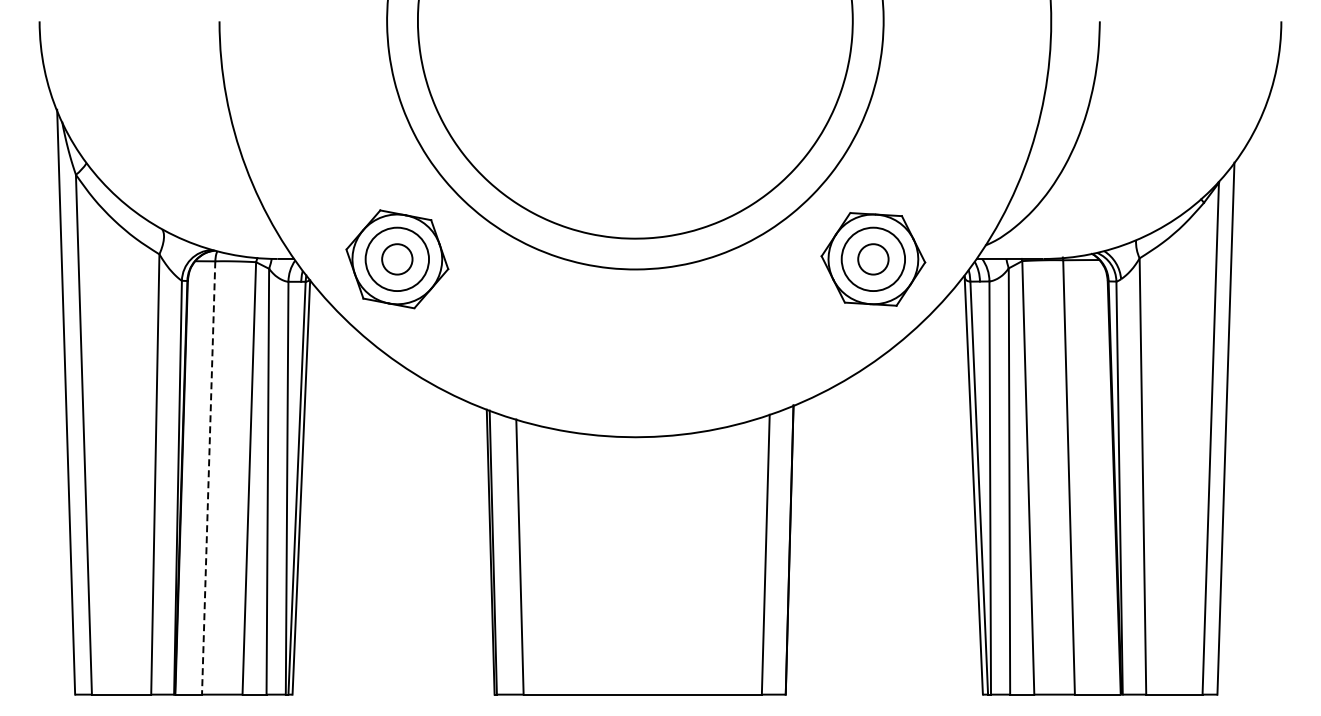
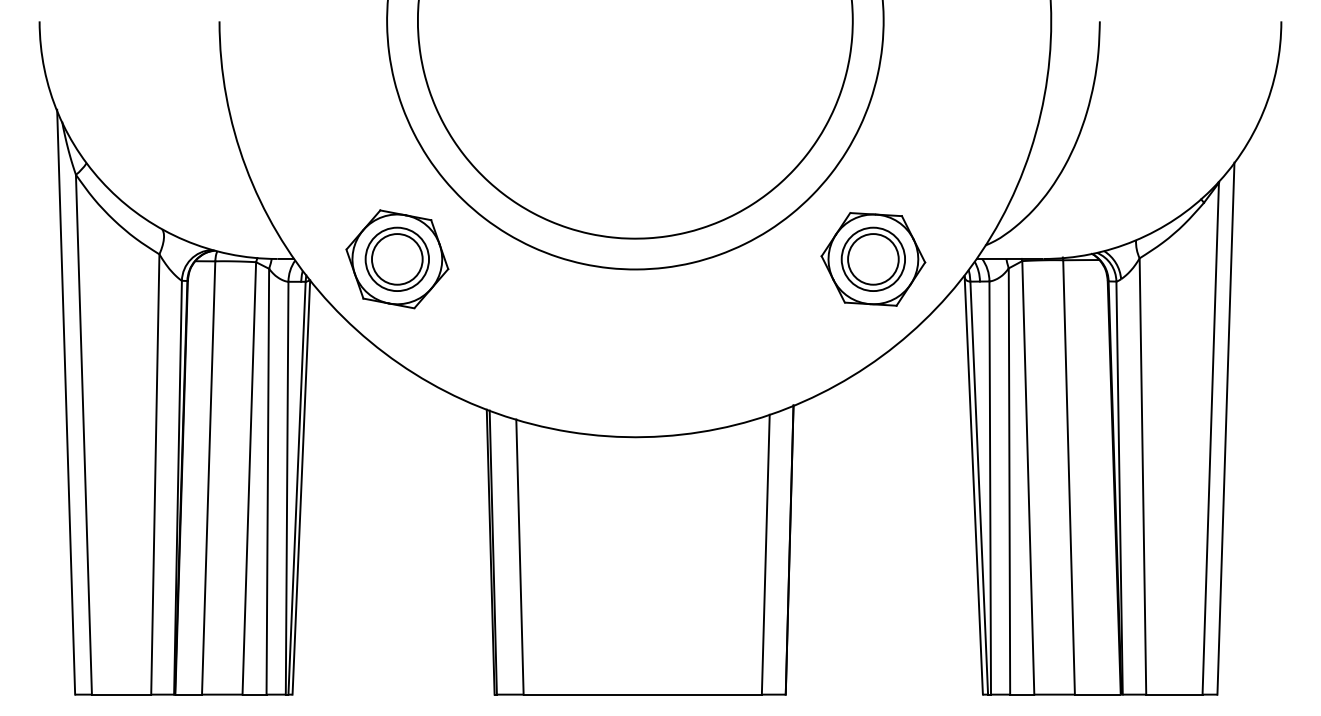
circle at (397, 259) diameter: 30 px -> 51 px
circle at (873, 259) diameter: 30 px -> 51 px
line at (208, 477): dashed -> solid
